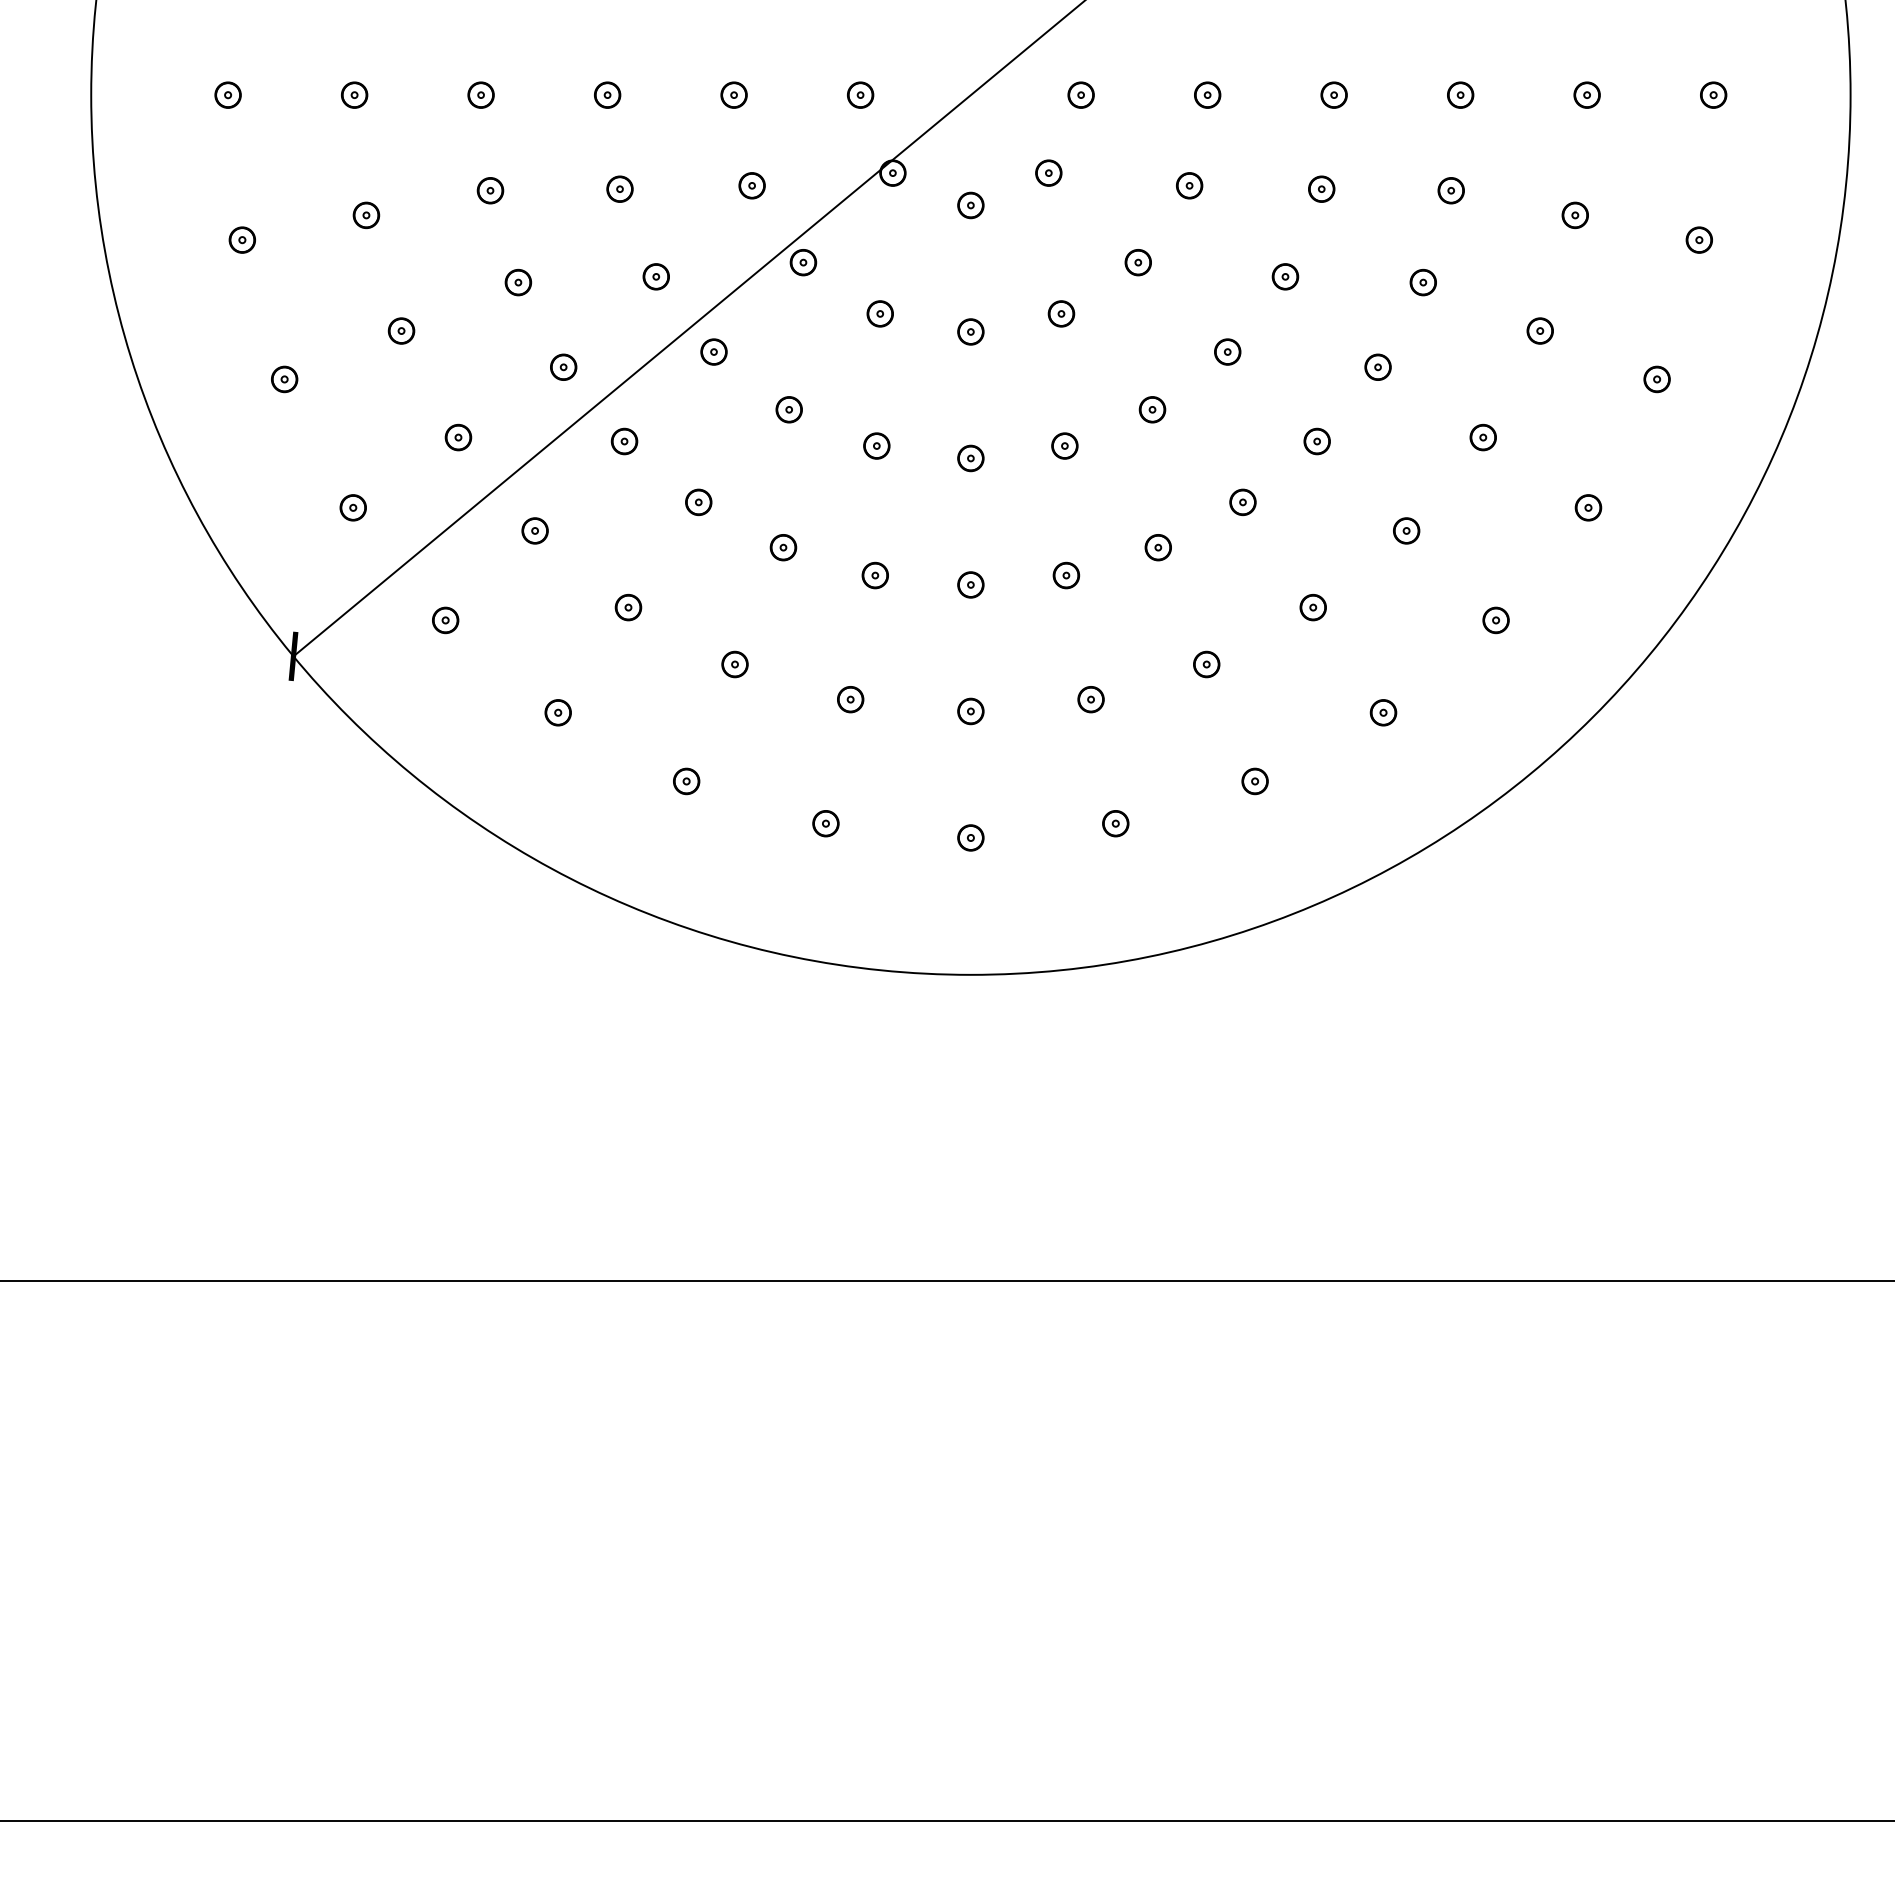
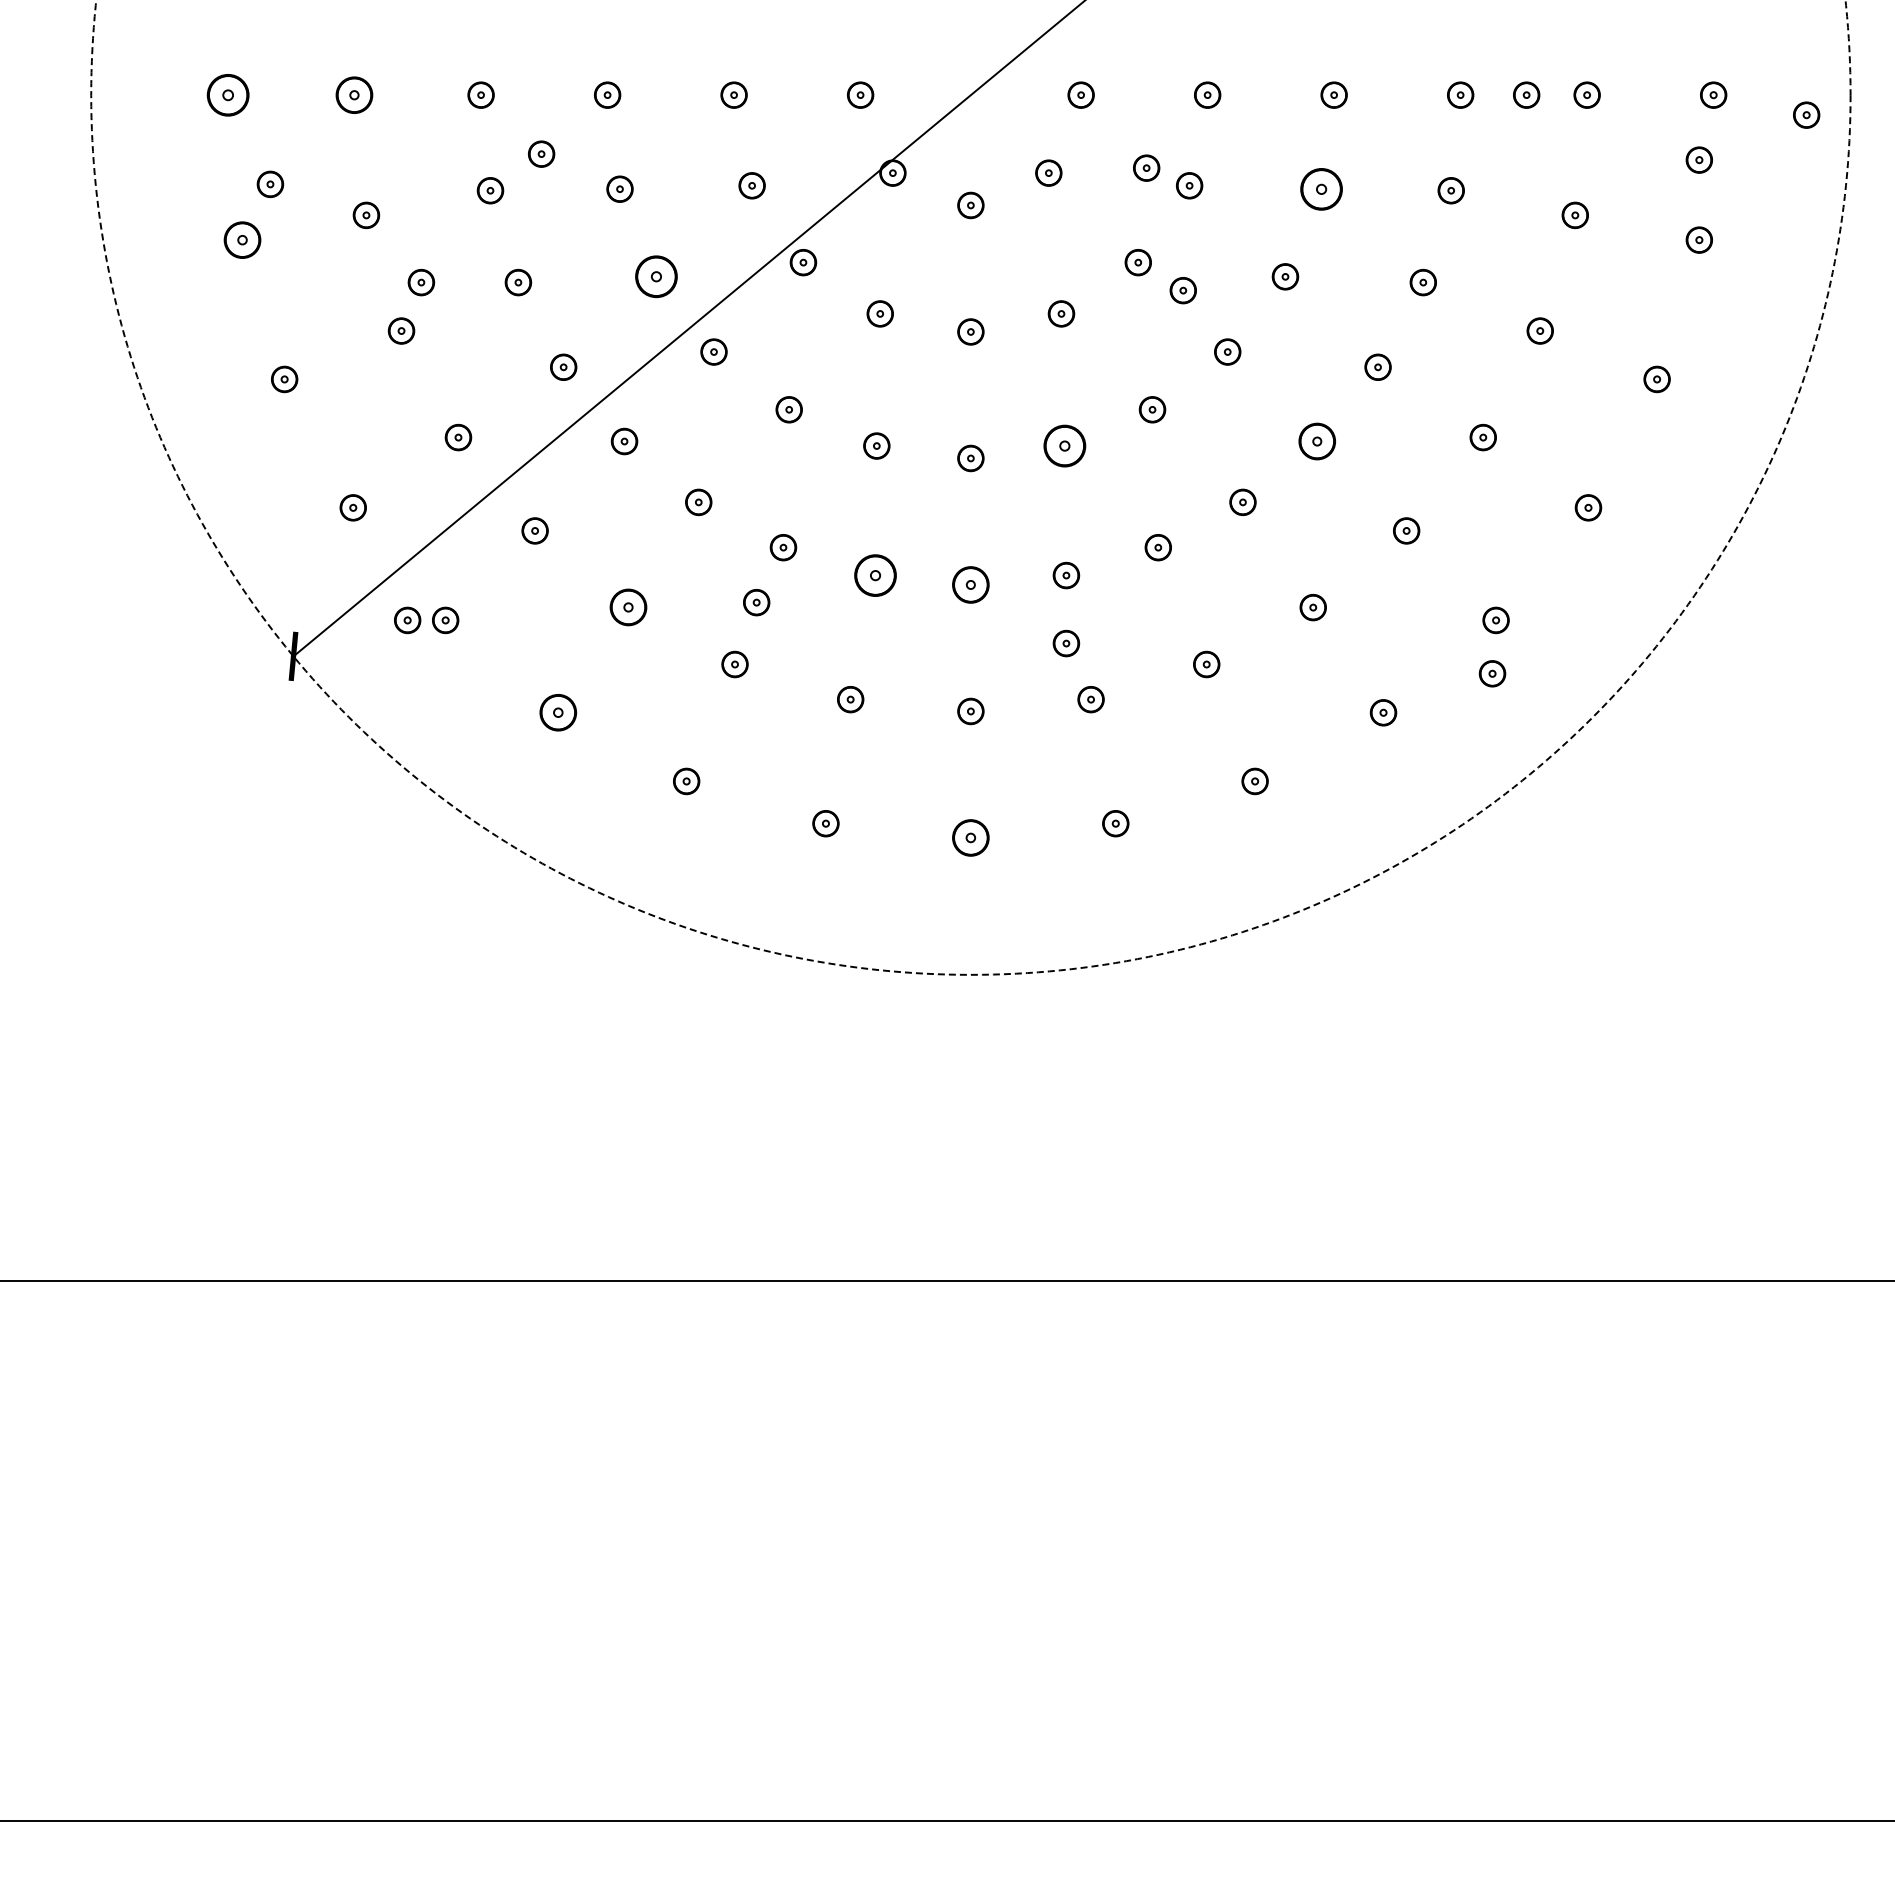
part at (227, 94) size: 28x28 px -> 44x43 px
part at (354, 94) size: 28x28 px -> 39x38 px
part at (1526, 94): none -> present
part at (1806, 114): none -> present
part at (541, 153): none -> present
part at (1698, 159): none -> present
part at (1146, 167): none -> present
part at (270, 184): none -> present
part at (1321, 188) size: 28x28 px -> 43x43 px
part at (241, 239) size: 28x28 px -> 39x38 px
part at (655, 276) size: 28x28 px -> 43x44 px
part at (421, 282): none -> present
part at (1182, 290): none -> present
part at (1316, 441) size: 28x29 px -> 39x39 px
part at (1064, 445) size: 28x28 px -> 44x44 px
circle at (970, 487): solid -> dashed
part at (874, 575) size: 28x29 px -> 43x43 px
part at (970, 584) size: 28x28 px -> 38x38 px
part at (756, 602): none -> present
part at (628, 607) size: 29x28 px -> 39x39 px
part at (407, 620): none -> present
part at (1066, 643): none -> present
part at (1492, 673): none -> present
part at (557, 712) size: 28x28 px -> 39x38 px
part at (970, 837) size: 28x28 px -> 38x38 px
